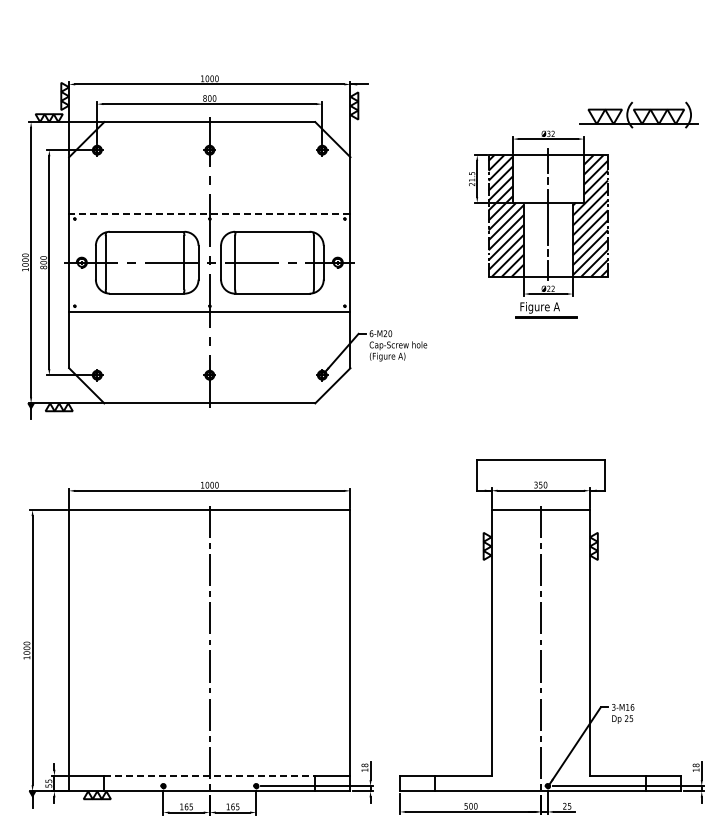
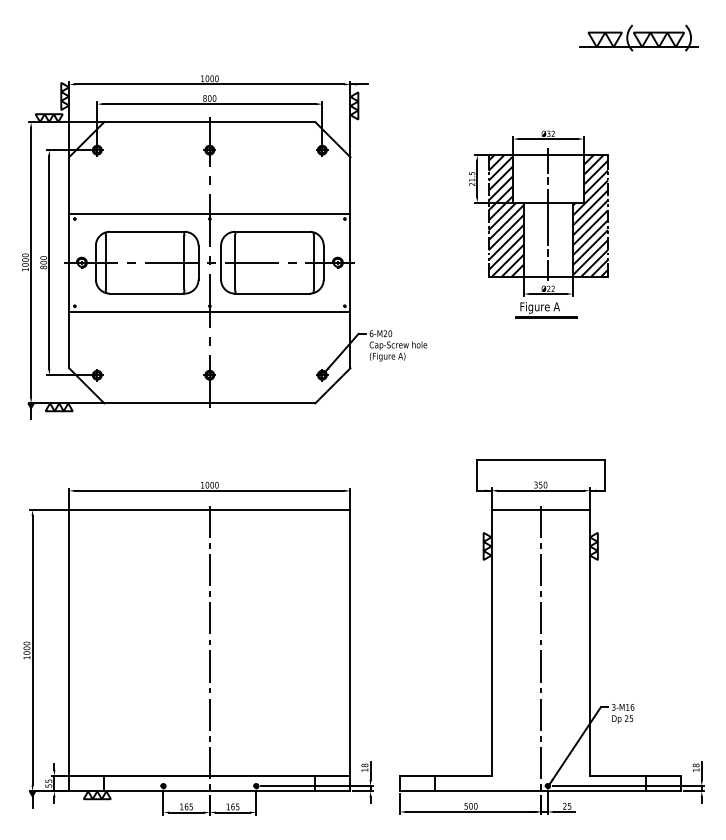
part at (638, 114) position: (638, 114) -> (638, 37)
line at (209, 213): dashed -> solid
line at (210, 775): dashed -> solid
